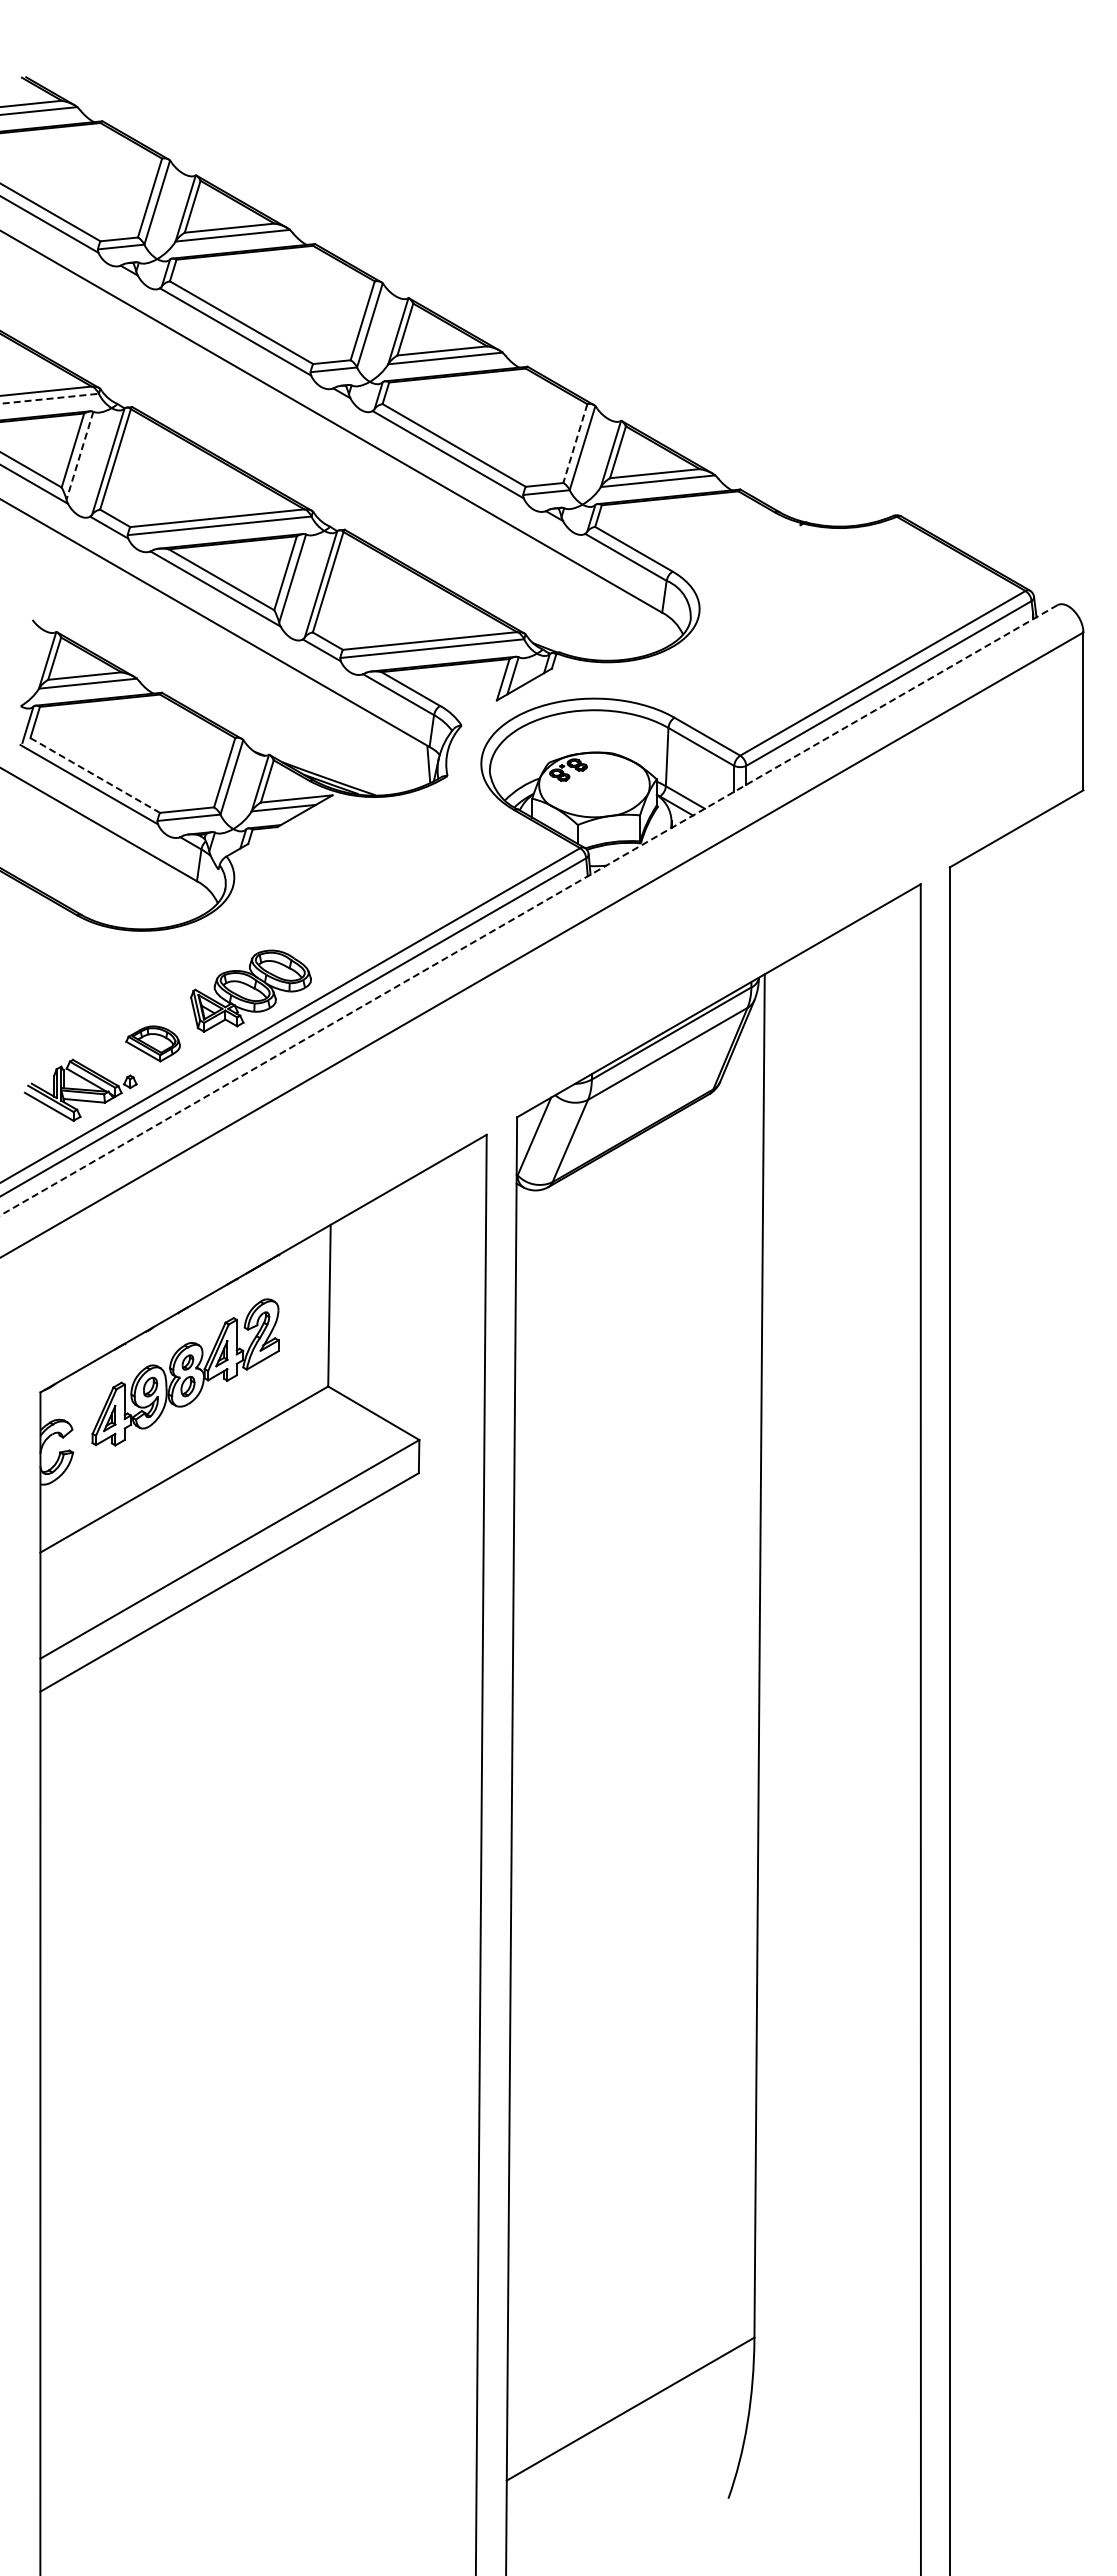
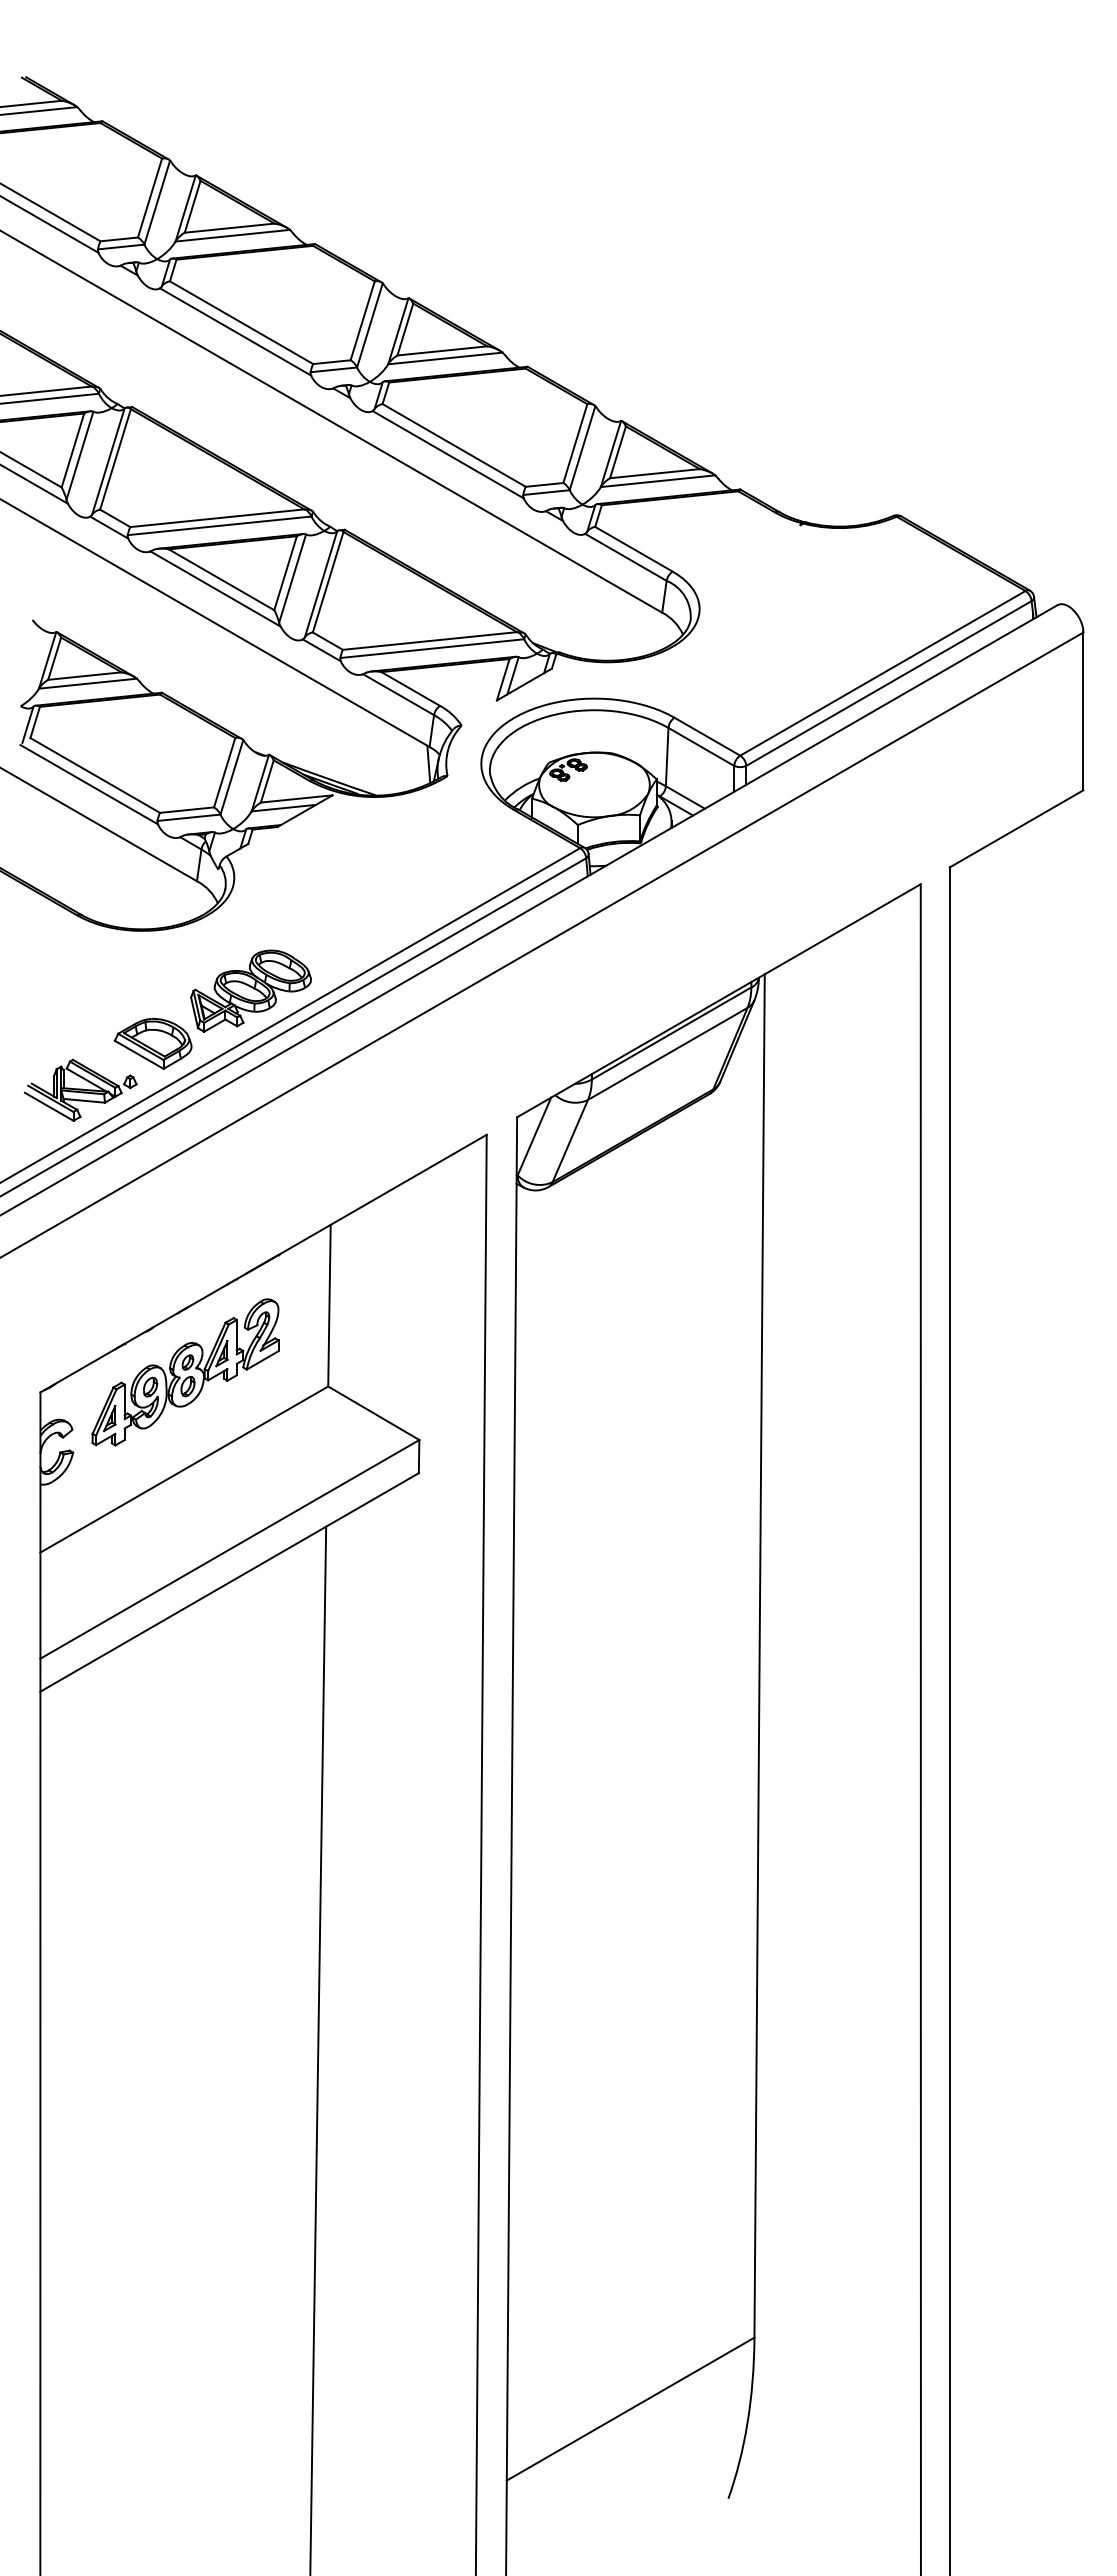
line at (50, 398): dashed -> solid
line at (575, 444): dashed -> solid
line at (79, 456): dashed -> solid
line at (95, 775): dashed -> solid
line at (529, 910): dashed -> solid
part at (152, 1043) size: 56x38 px -> 80x52 px
line at (318, 2049): none -> present
